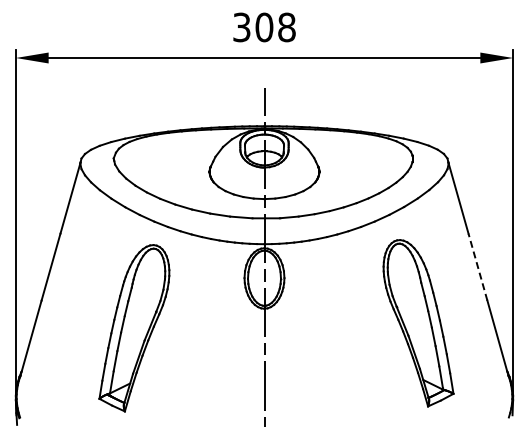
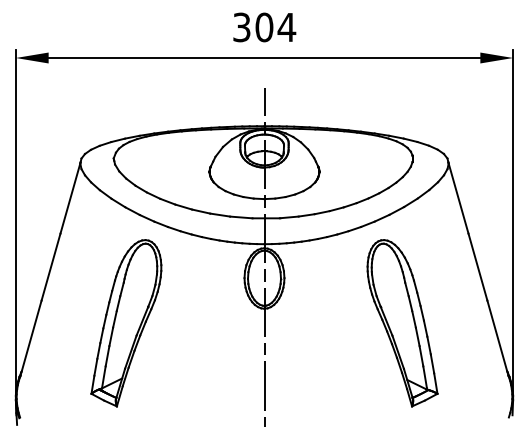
text at (286, 27): 308 -> 304
line at (477, 267): dashed -> solid
part at (418, 323) position: (418, 323) -> (402, 323)
part at (134, 328) position: (134, 328) -> (126, 323)
